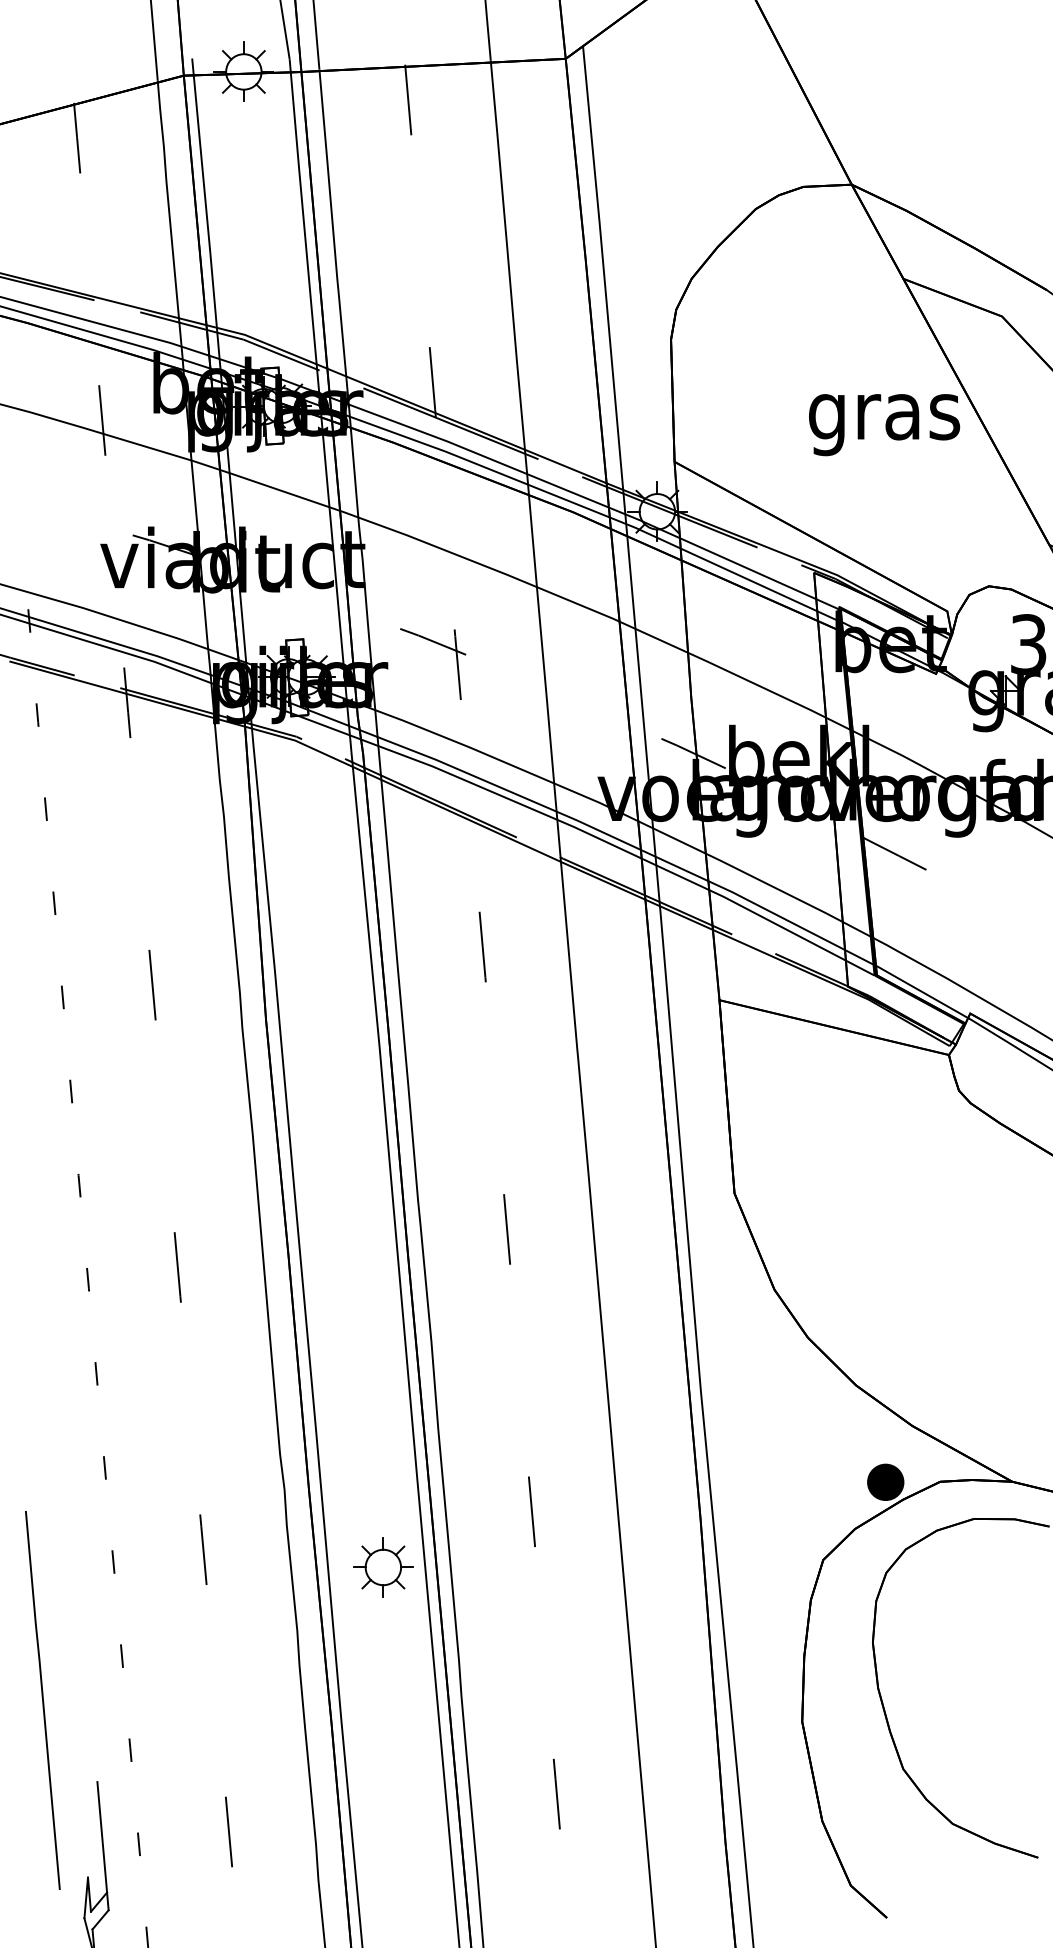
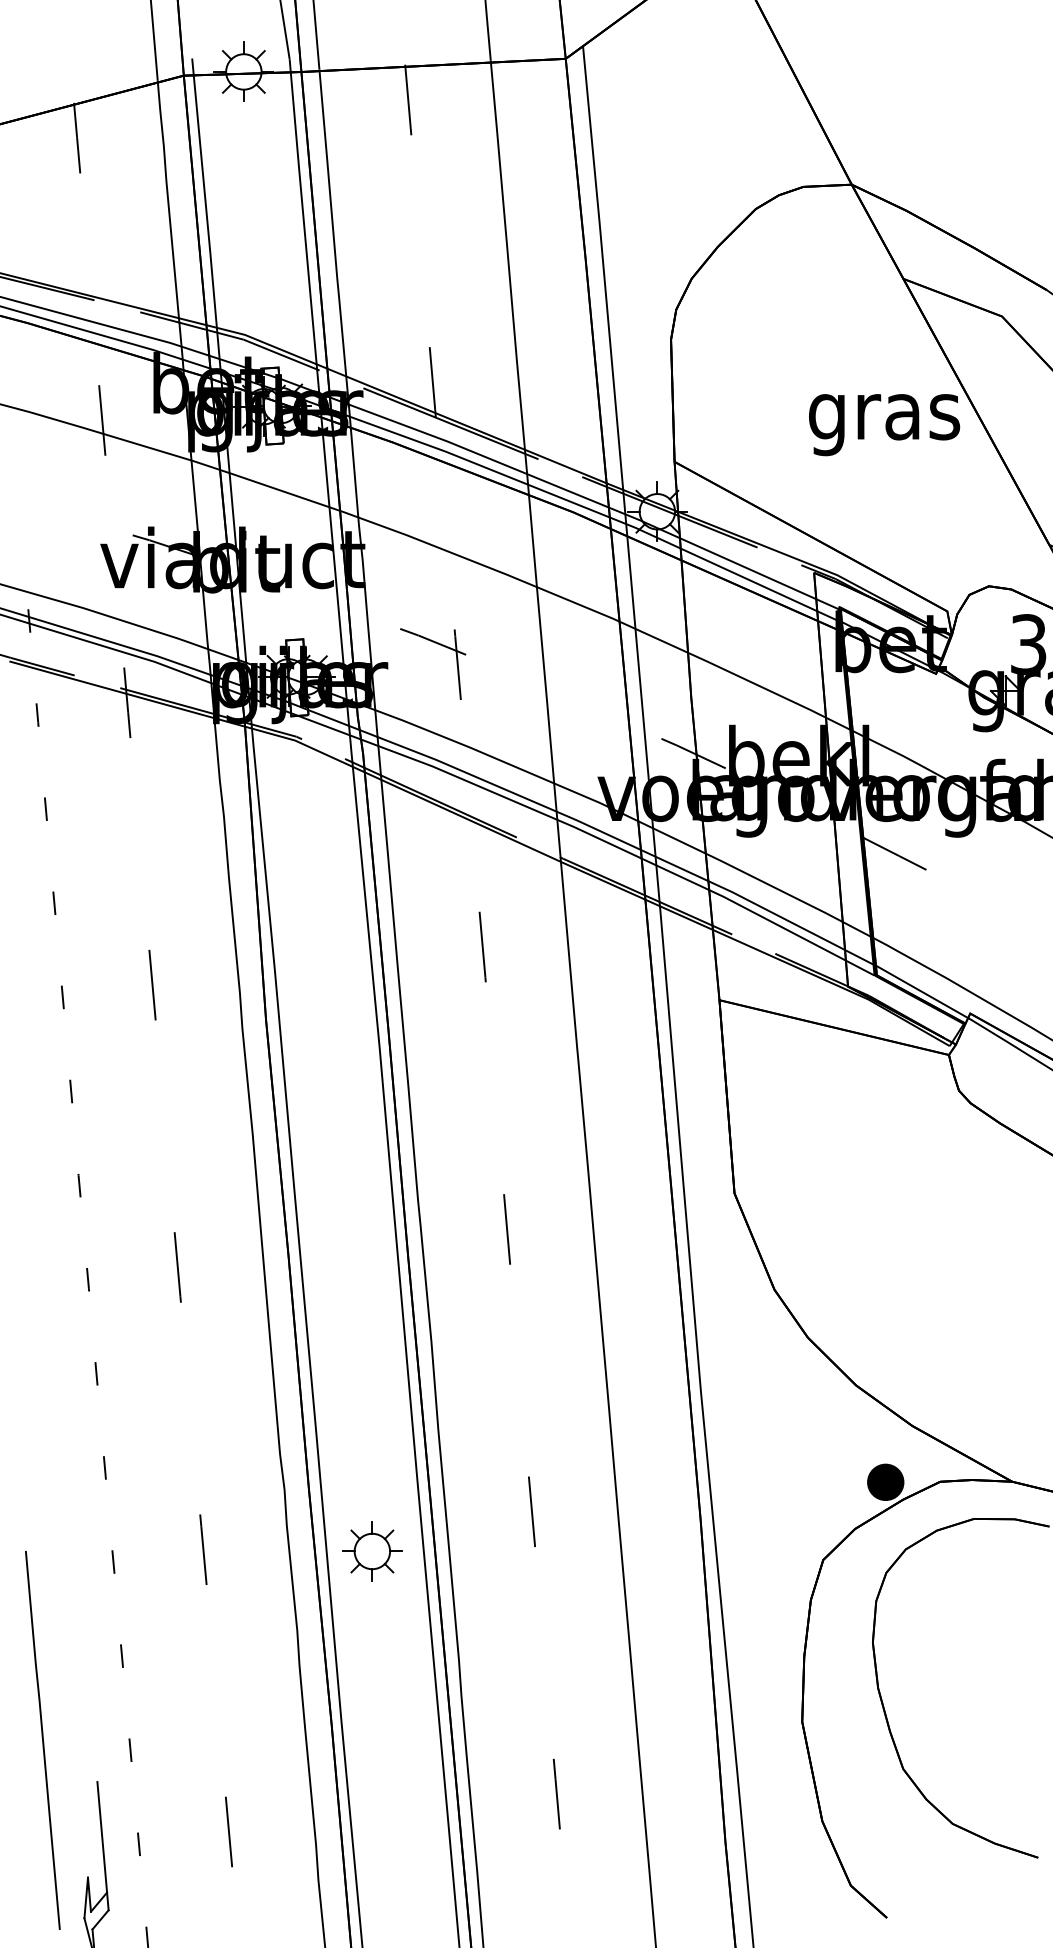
part at (383, 1567) position: (383, 1567) -> (372, 1551)
line at (42, 1699) position: (42, 1699) -> (42, 1739)
